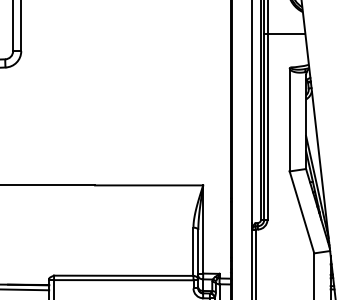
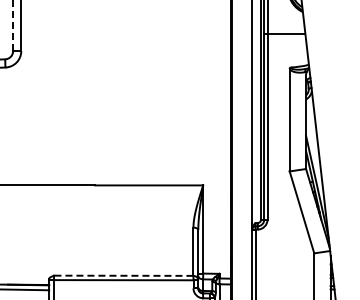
line at (13, 25): solid -> dashed
line at (123, 275): solid -> dashed
